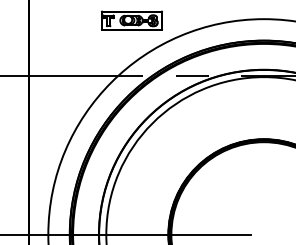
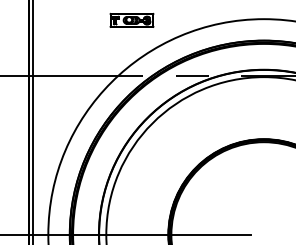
part at (131, 20) size: 62x21 px -> 46x16 px
line at (33, 121): none -> present
